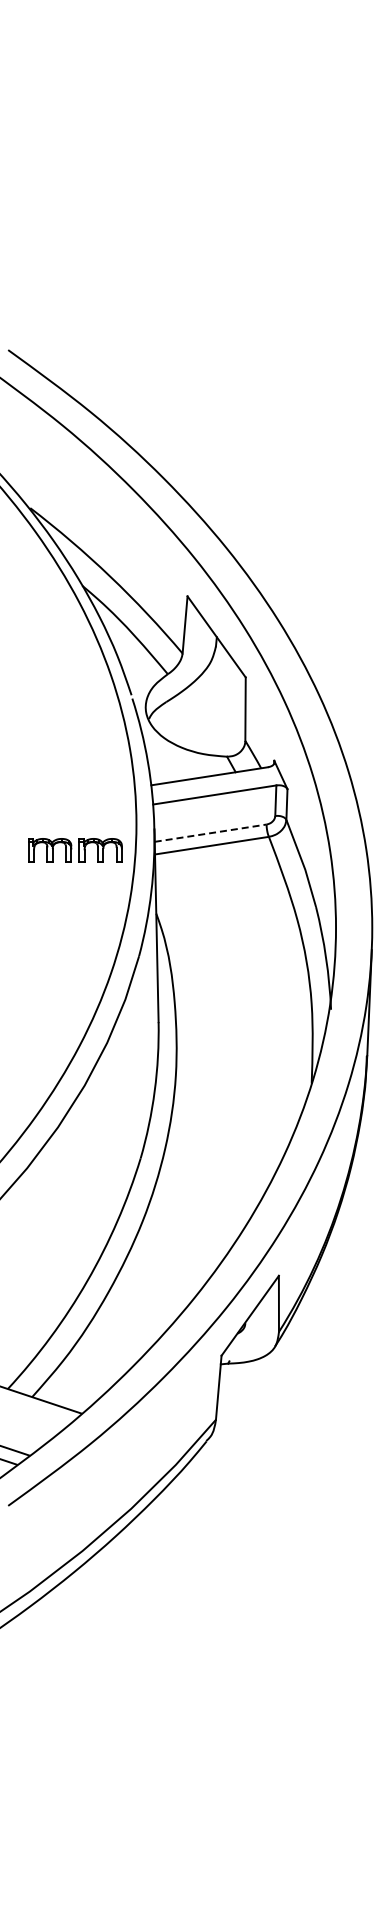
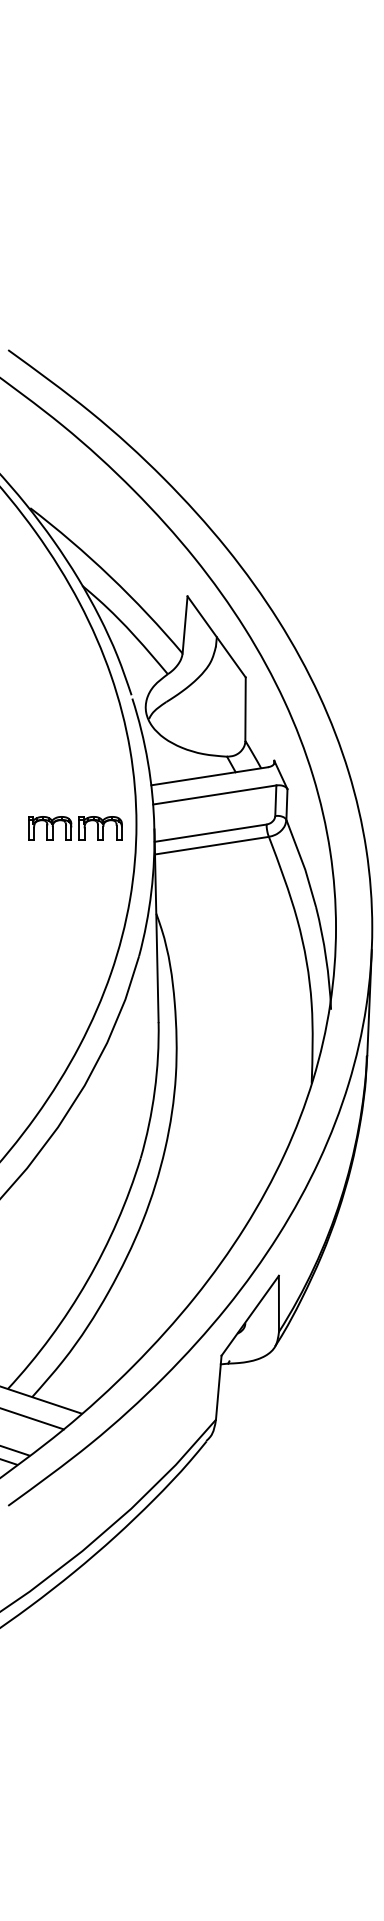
line at (210, 833): dashed -> solid
part at (75, 850) position: (75, 850) -> (75, 828)
line at (32, 1418): none -> present
